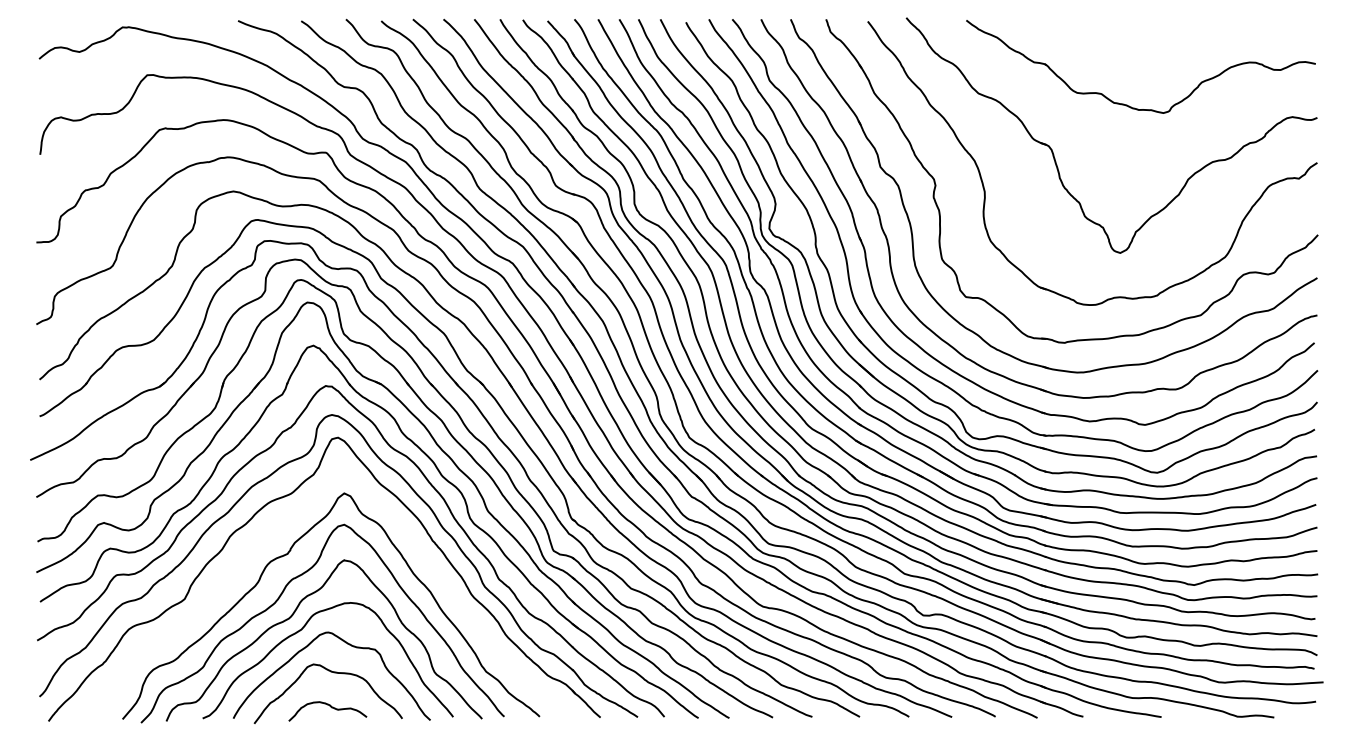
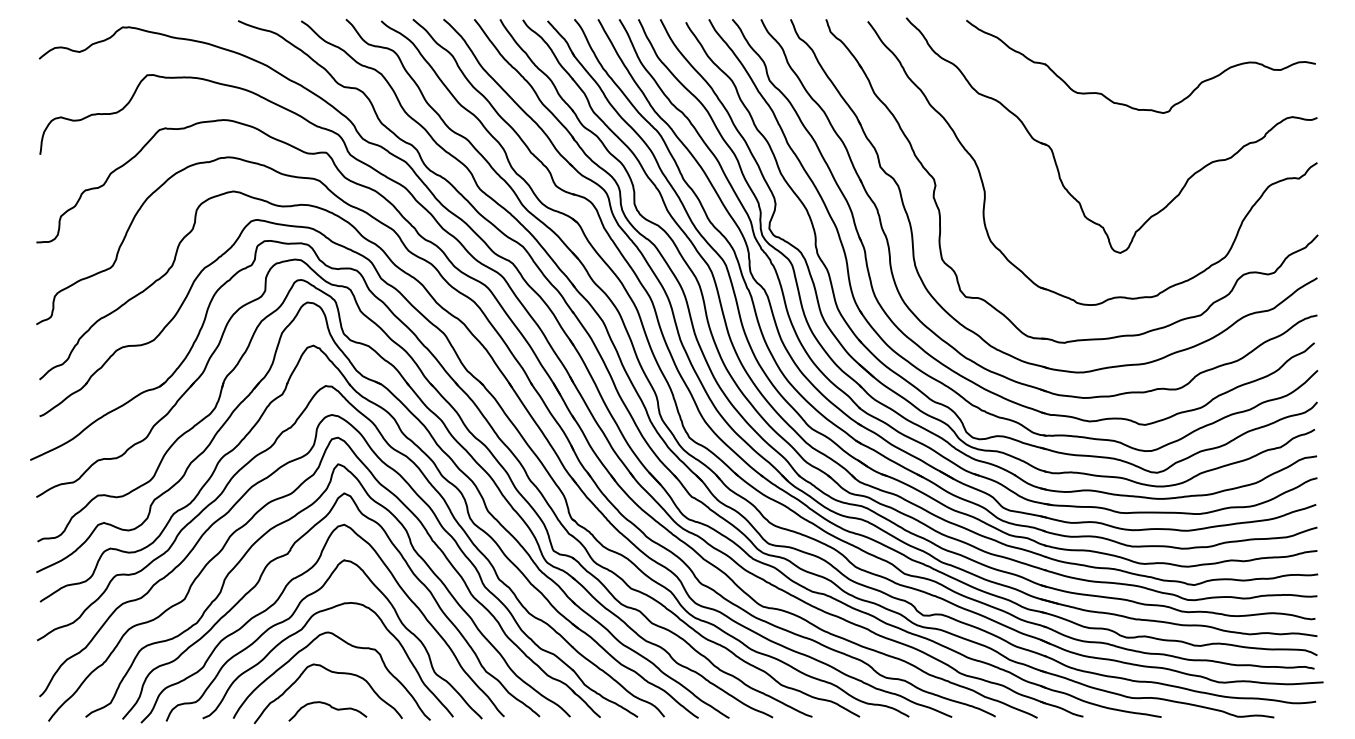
curve at (291, 519): none -> present
